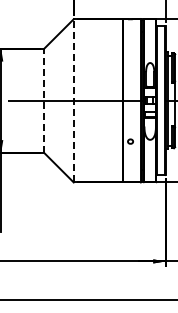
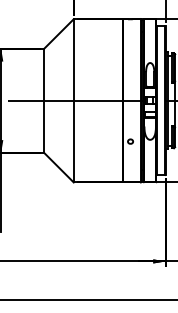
line at (43, 100): dashed -> solid
line at (73, 100): dashed -> solid
